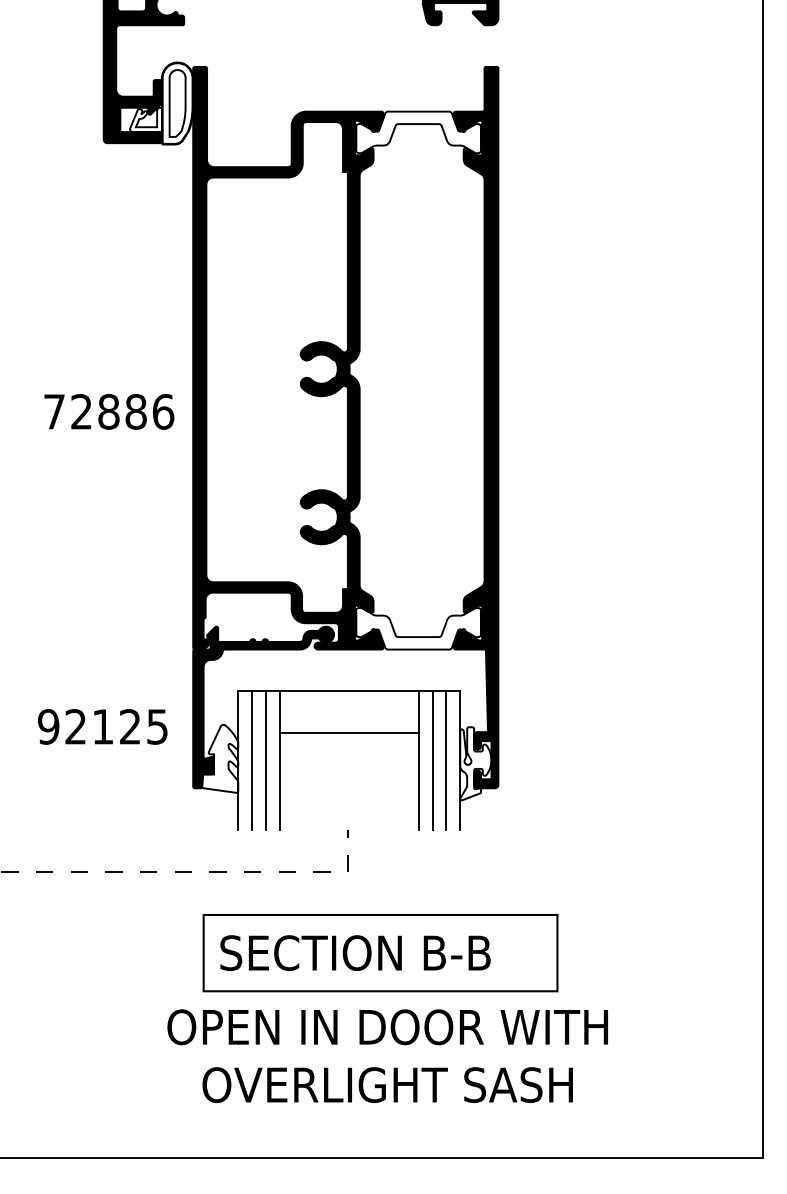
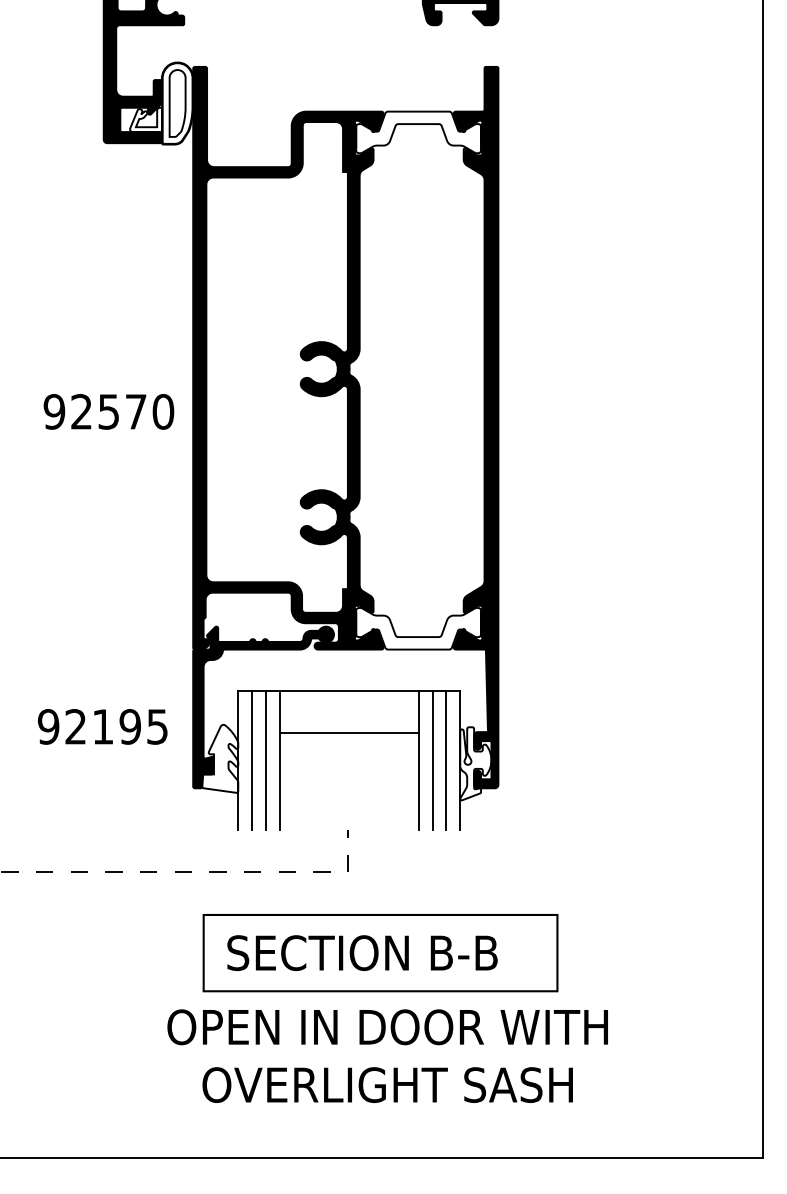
text at (108, 411): 72886 -> 92570
text at (129, 726): 92125 -> 92195
text at (355, 952) position: (355, 952) -> (362, 952)
